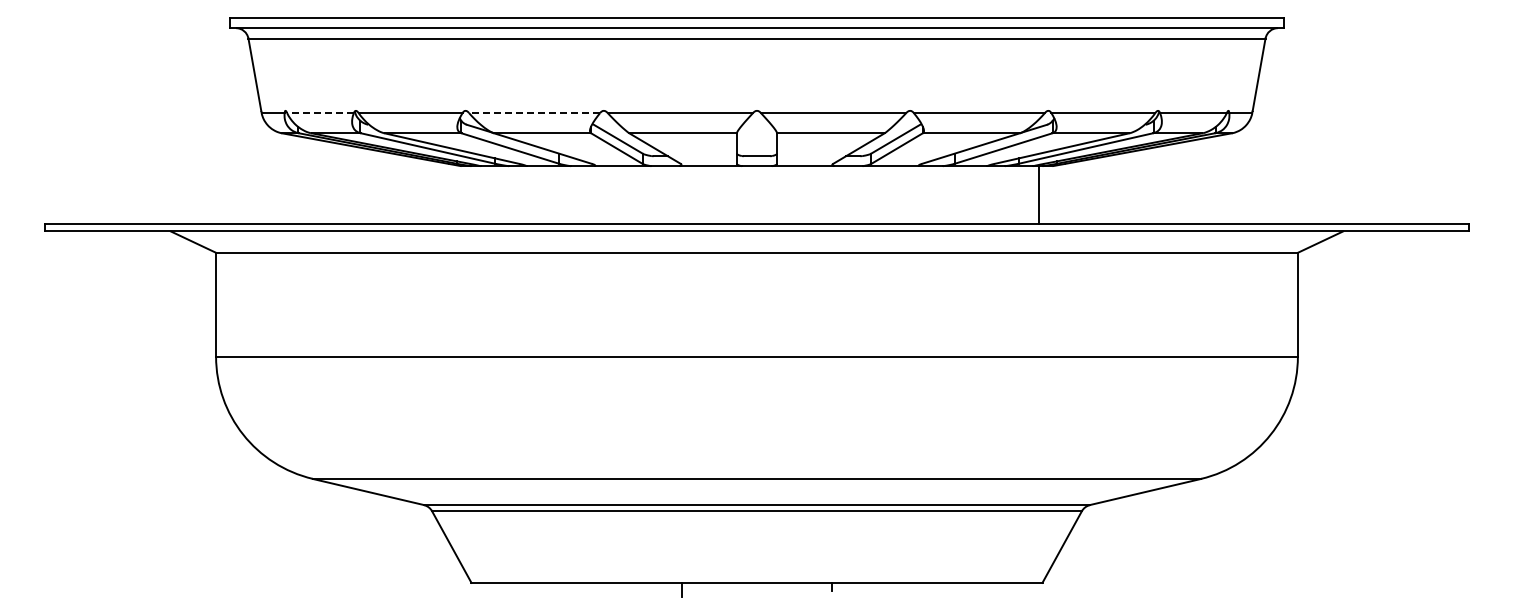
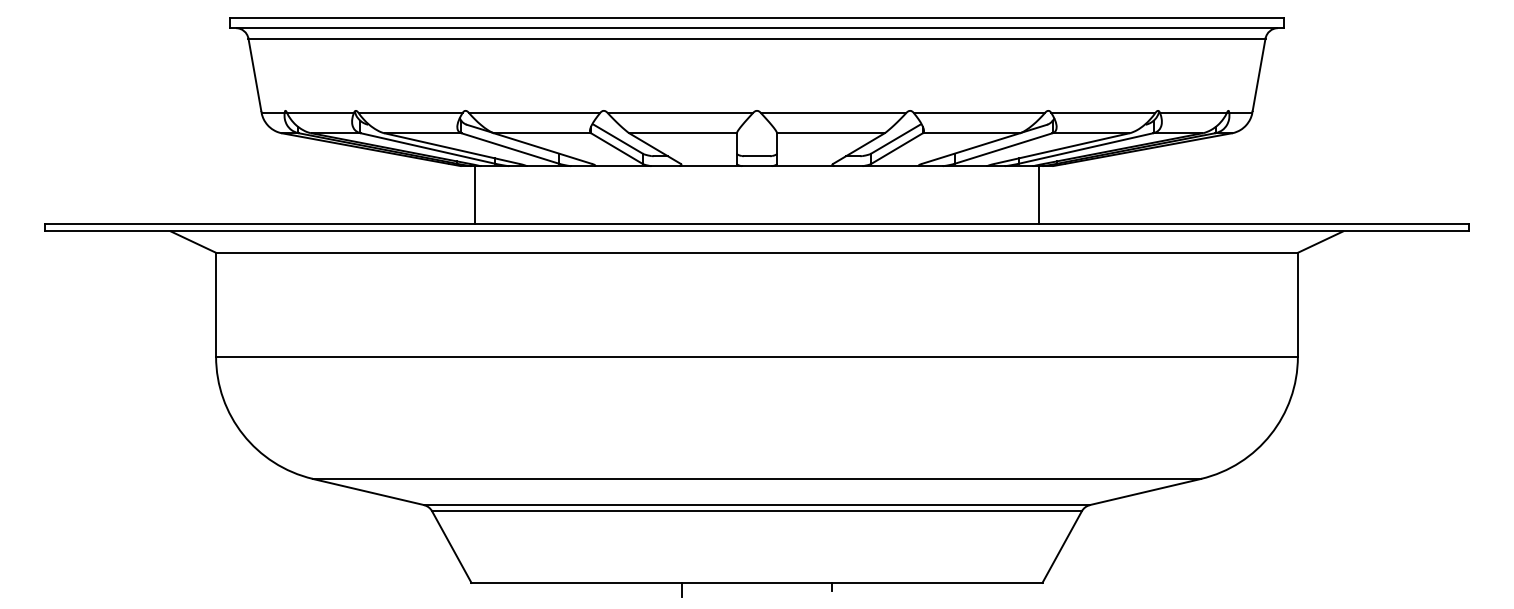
line at (320, 113): dashed -> solid
line at (534, 113): dashed -> solid
line at (474, 194): none -> present
